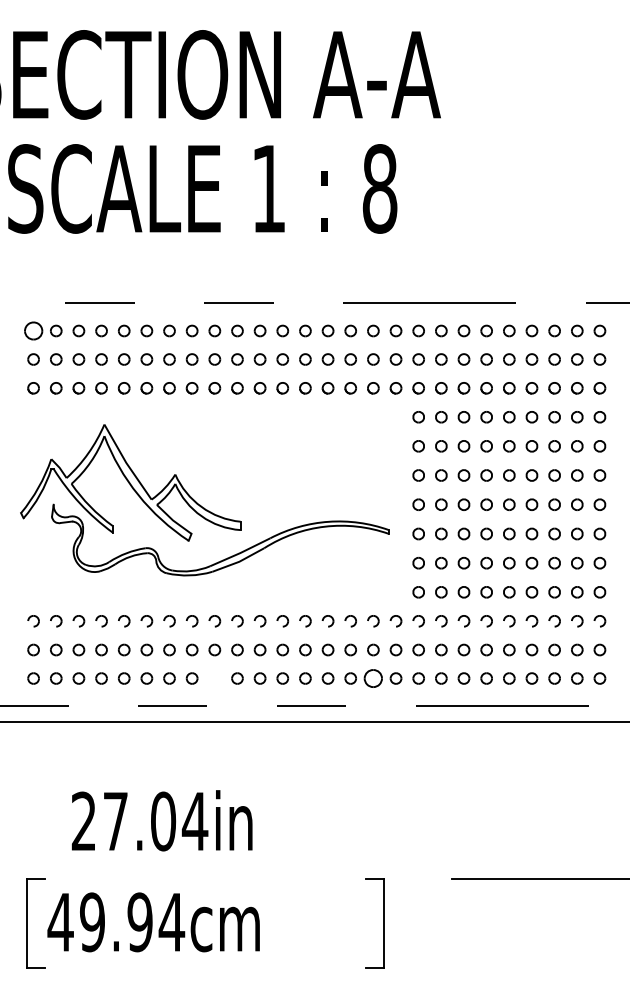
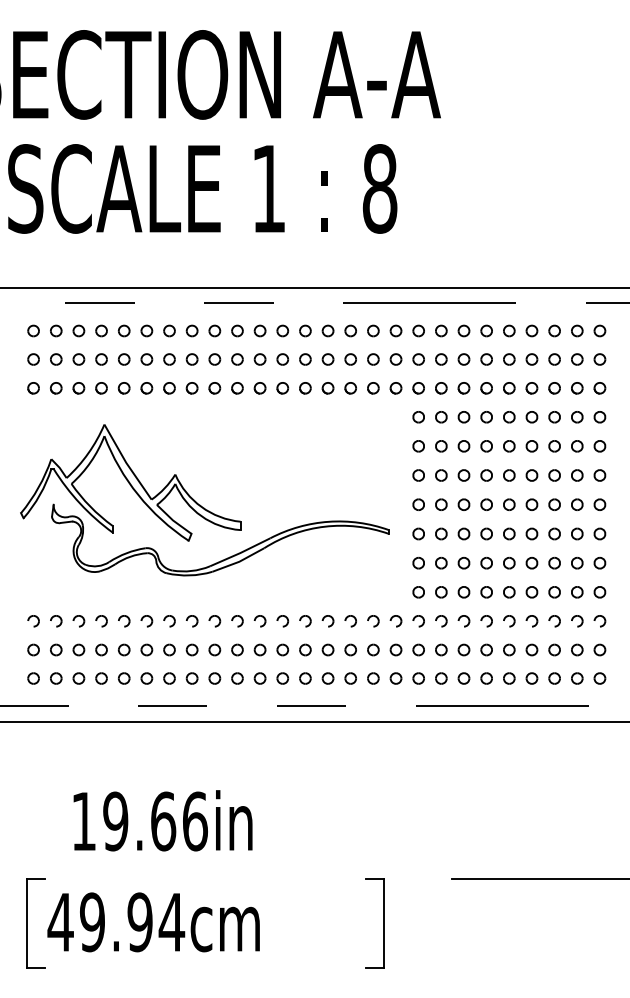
line at (314, 288): none -> present
part at (33, 330) size: 20x20 px -> 13x14 px
part at (214, 678): none -> present
part at (372, 678) size: 20x19 px -> 13x13 px
text at (139, 821): 27.04in -> 19.66in
